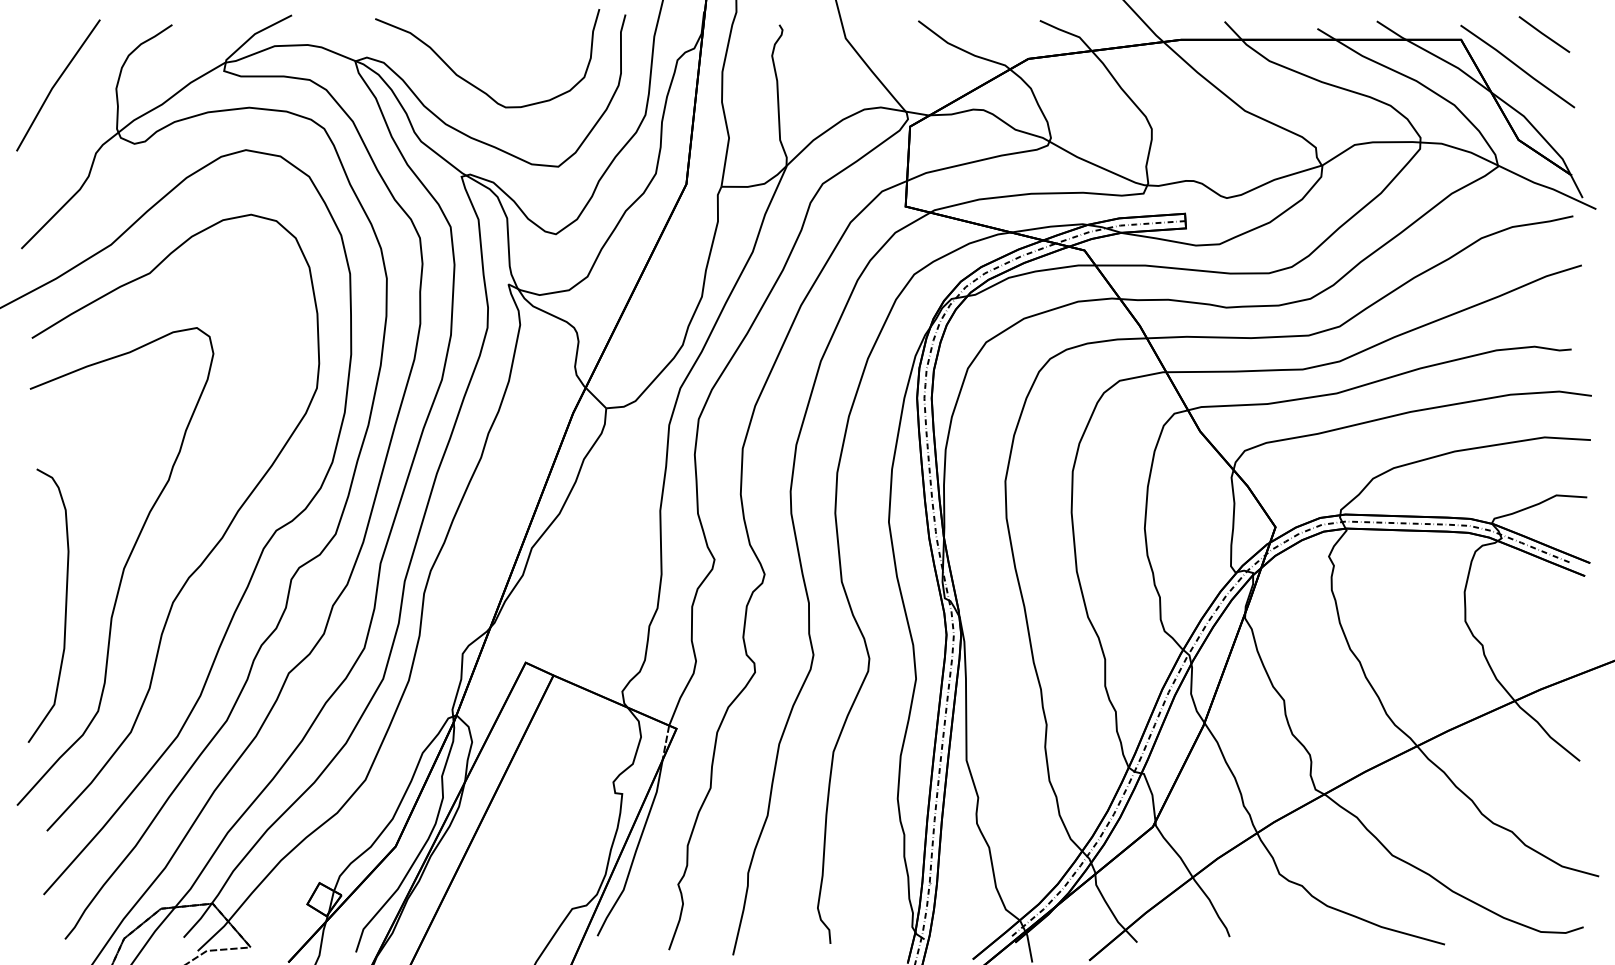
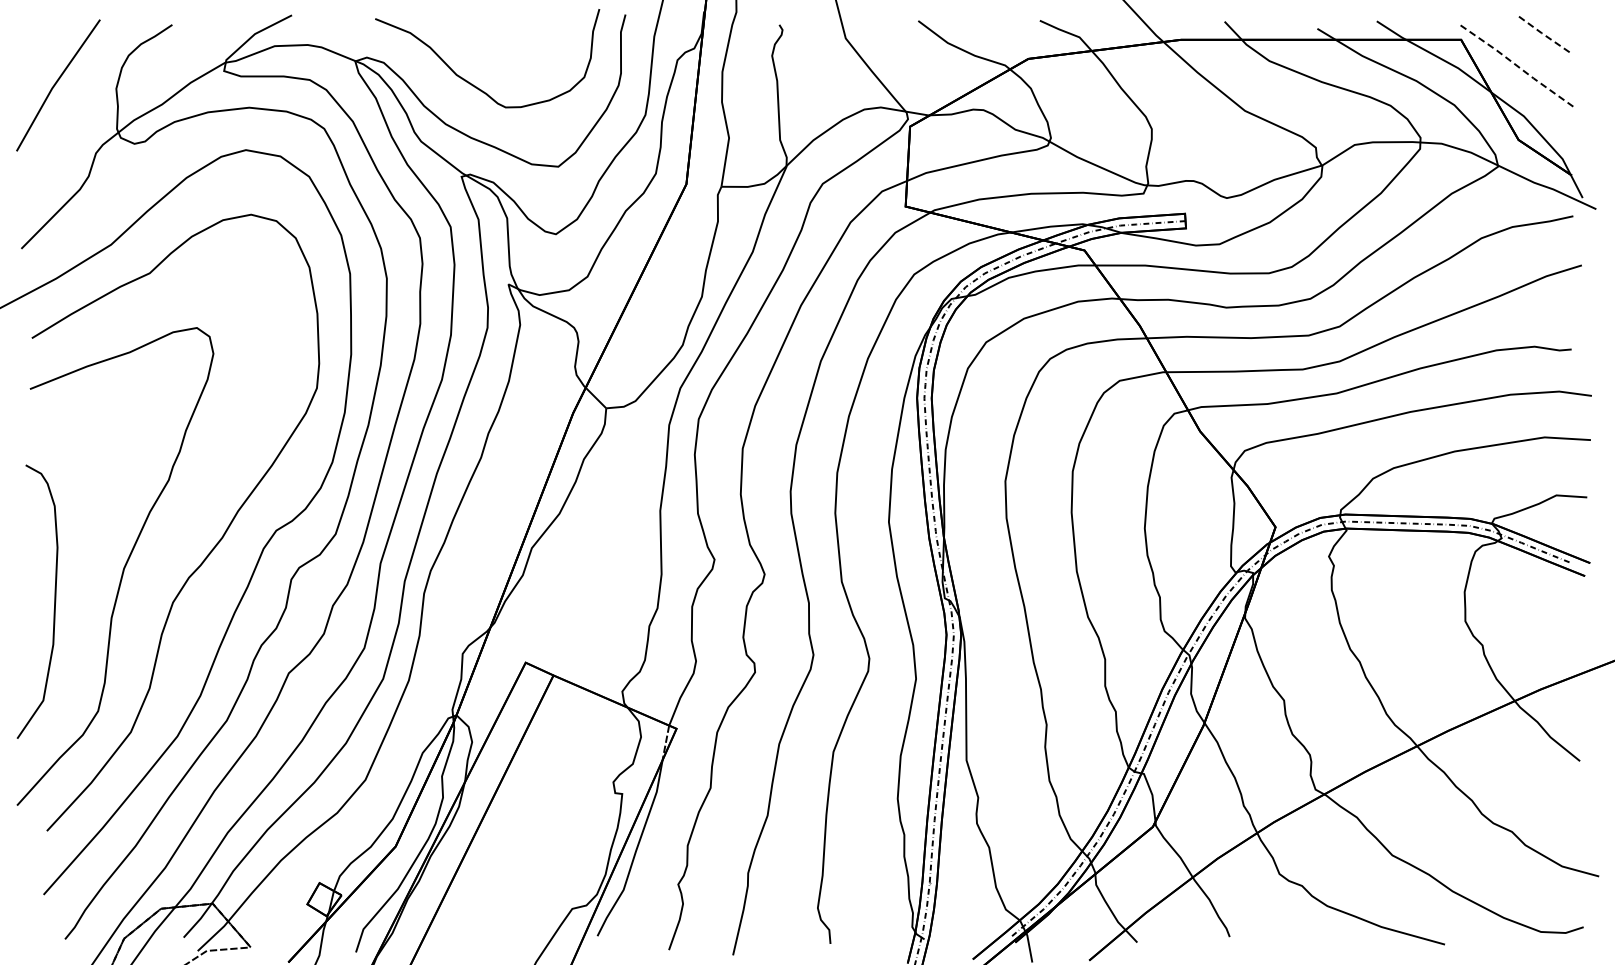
line at (1544, 34): solid -> dashed
line at (1518, 66): solid -> dashed
curve at (65, 605) position: (65, 605) -> (54, 601)
